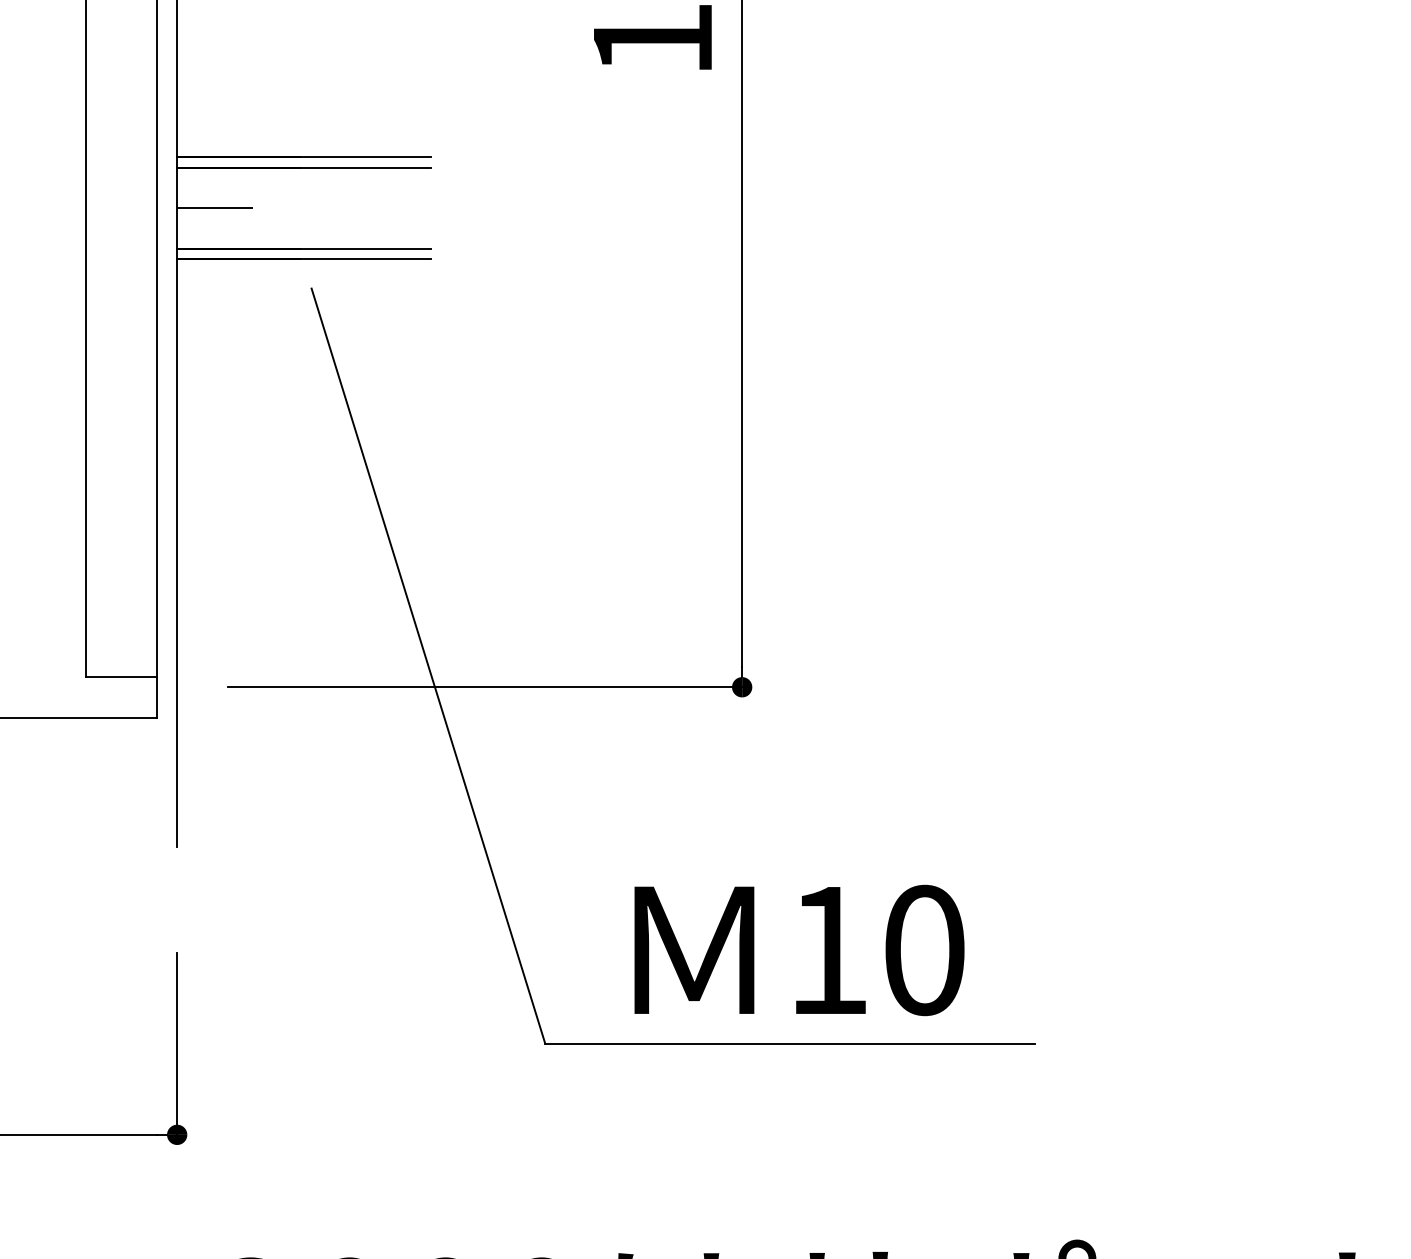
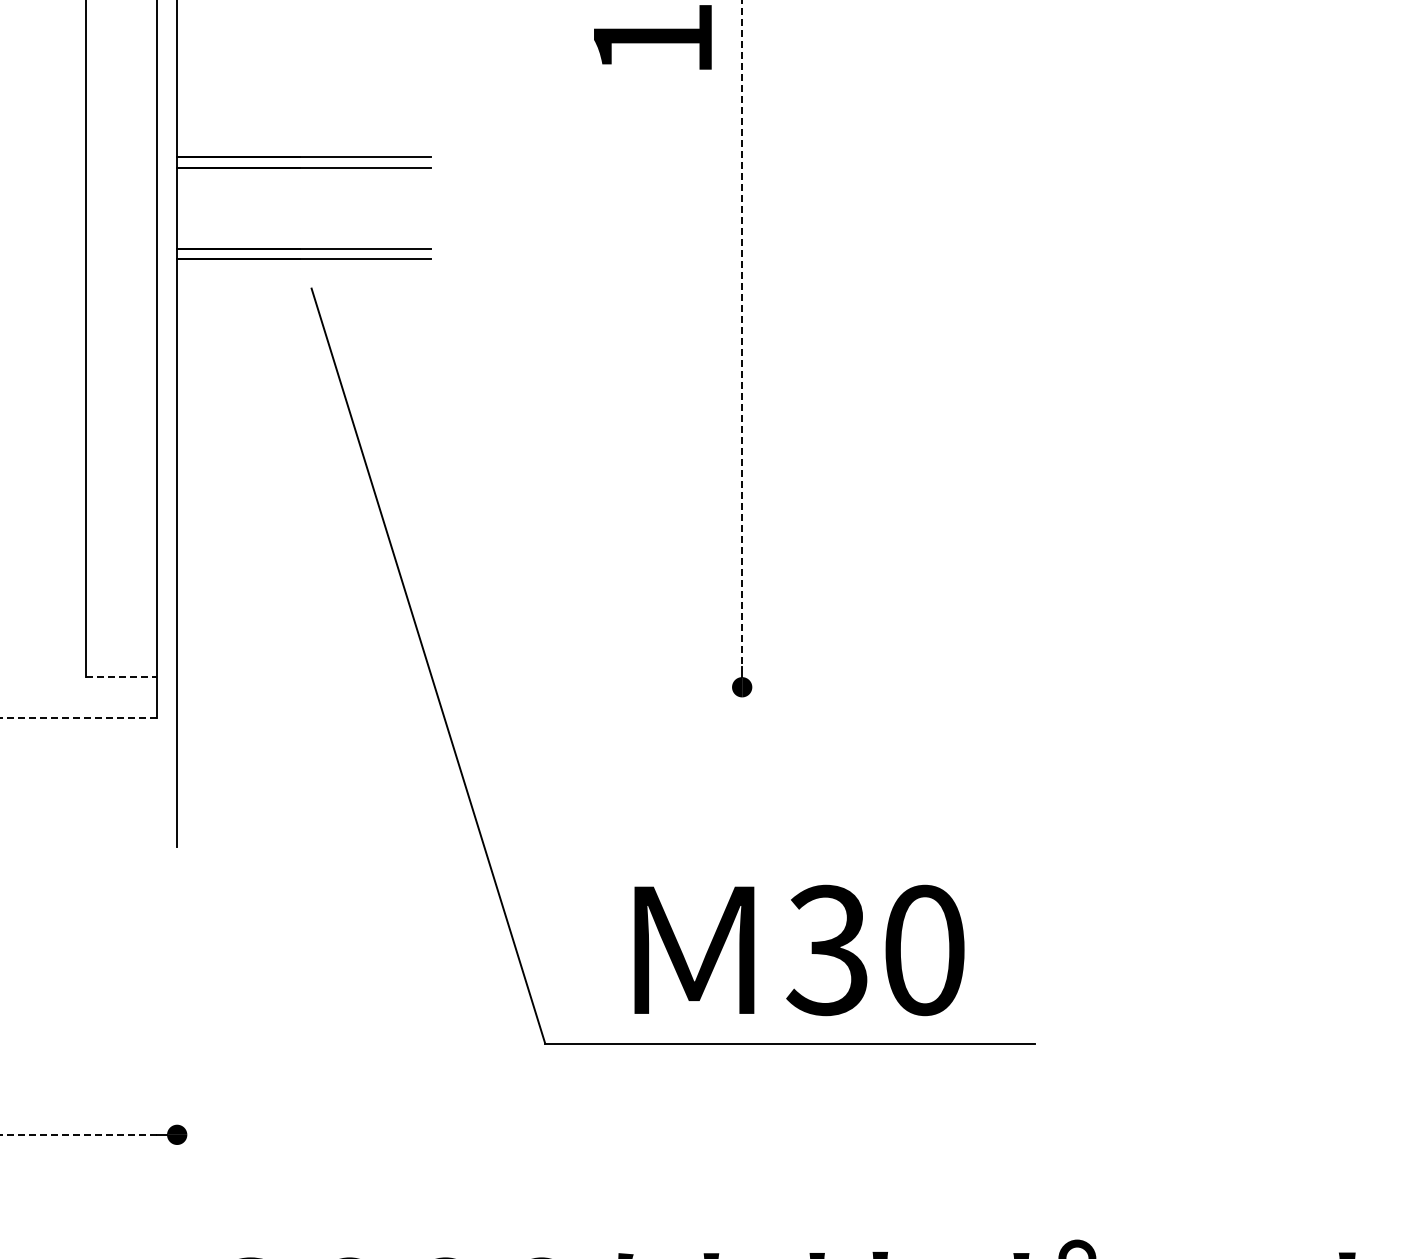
line at (214, 208): present -> none
line at (742, 334): solid -> dashed
line at (121, 677): solid -> dashed
line at (484, 687): present -> none
line at (78, 717): solid -> dashed
text at (826, 950): 10 -> 30
line at (177, 1043): present -> none
line at (78, 1134): solid -> dashed
